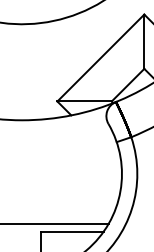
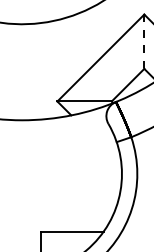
line at (144, 42): solid -> dashed
line at (55, 224): present -> none
